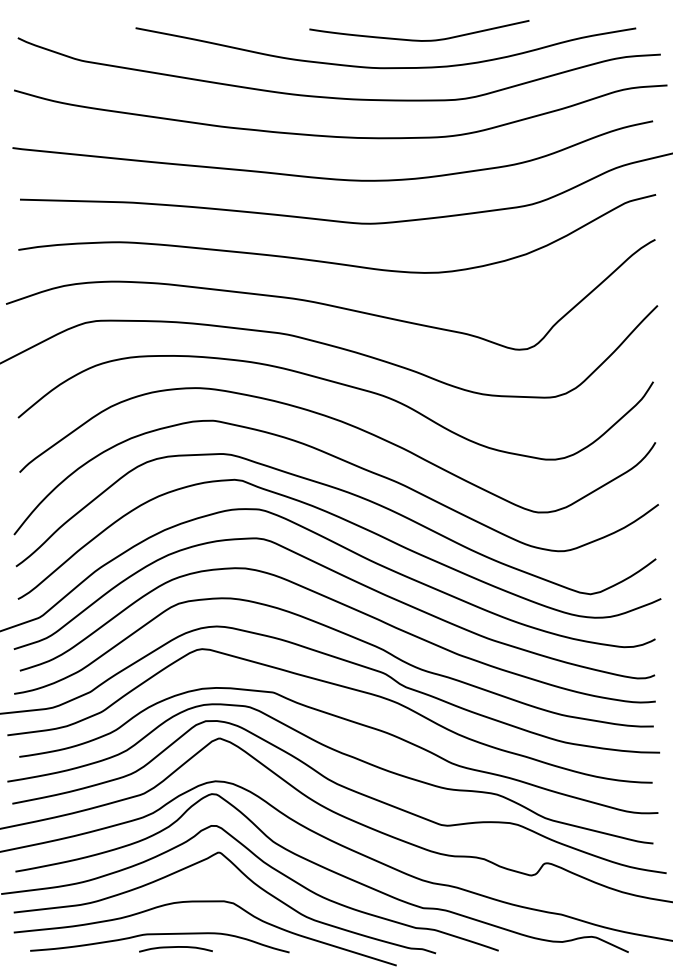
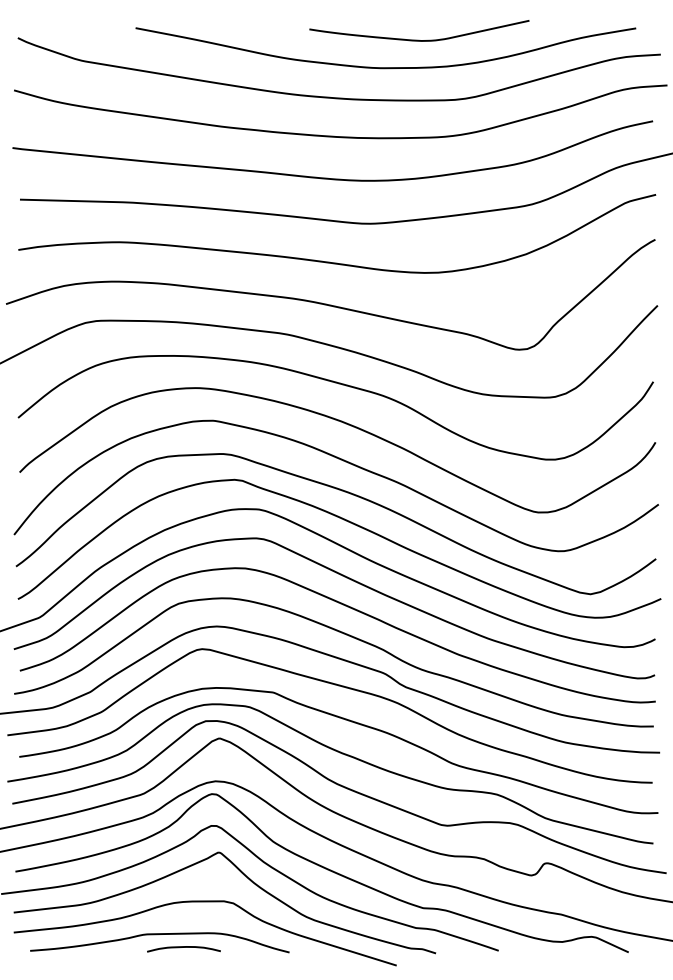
curve at (175, 947) position: (175, 947) -> (183, 947)
